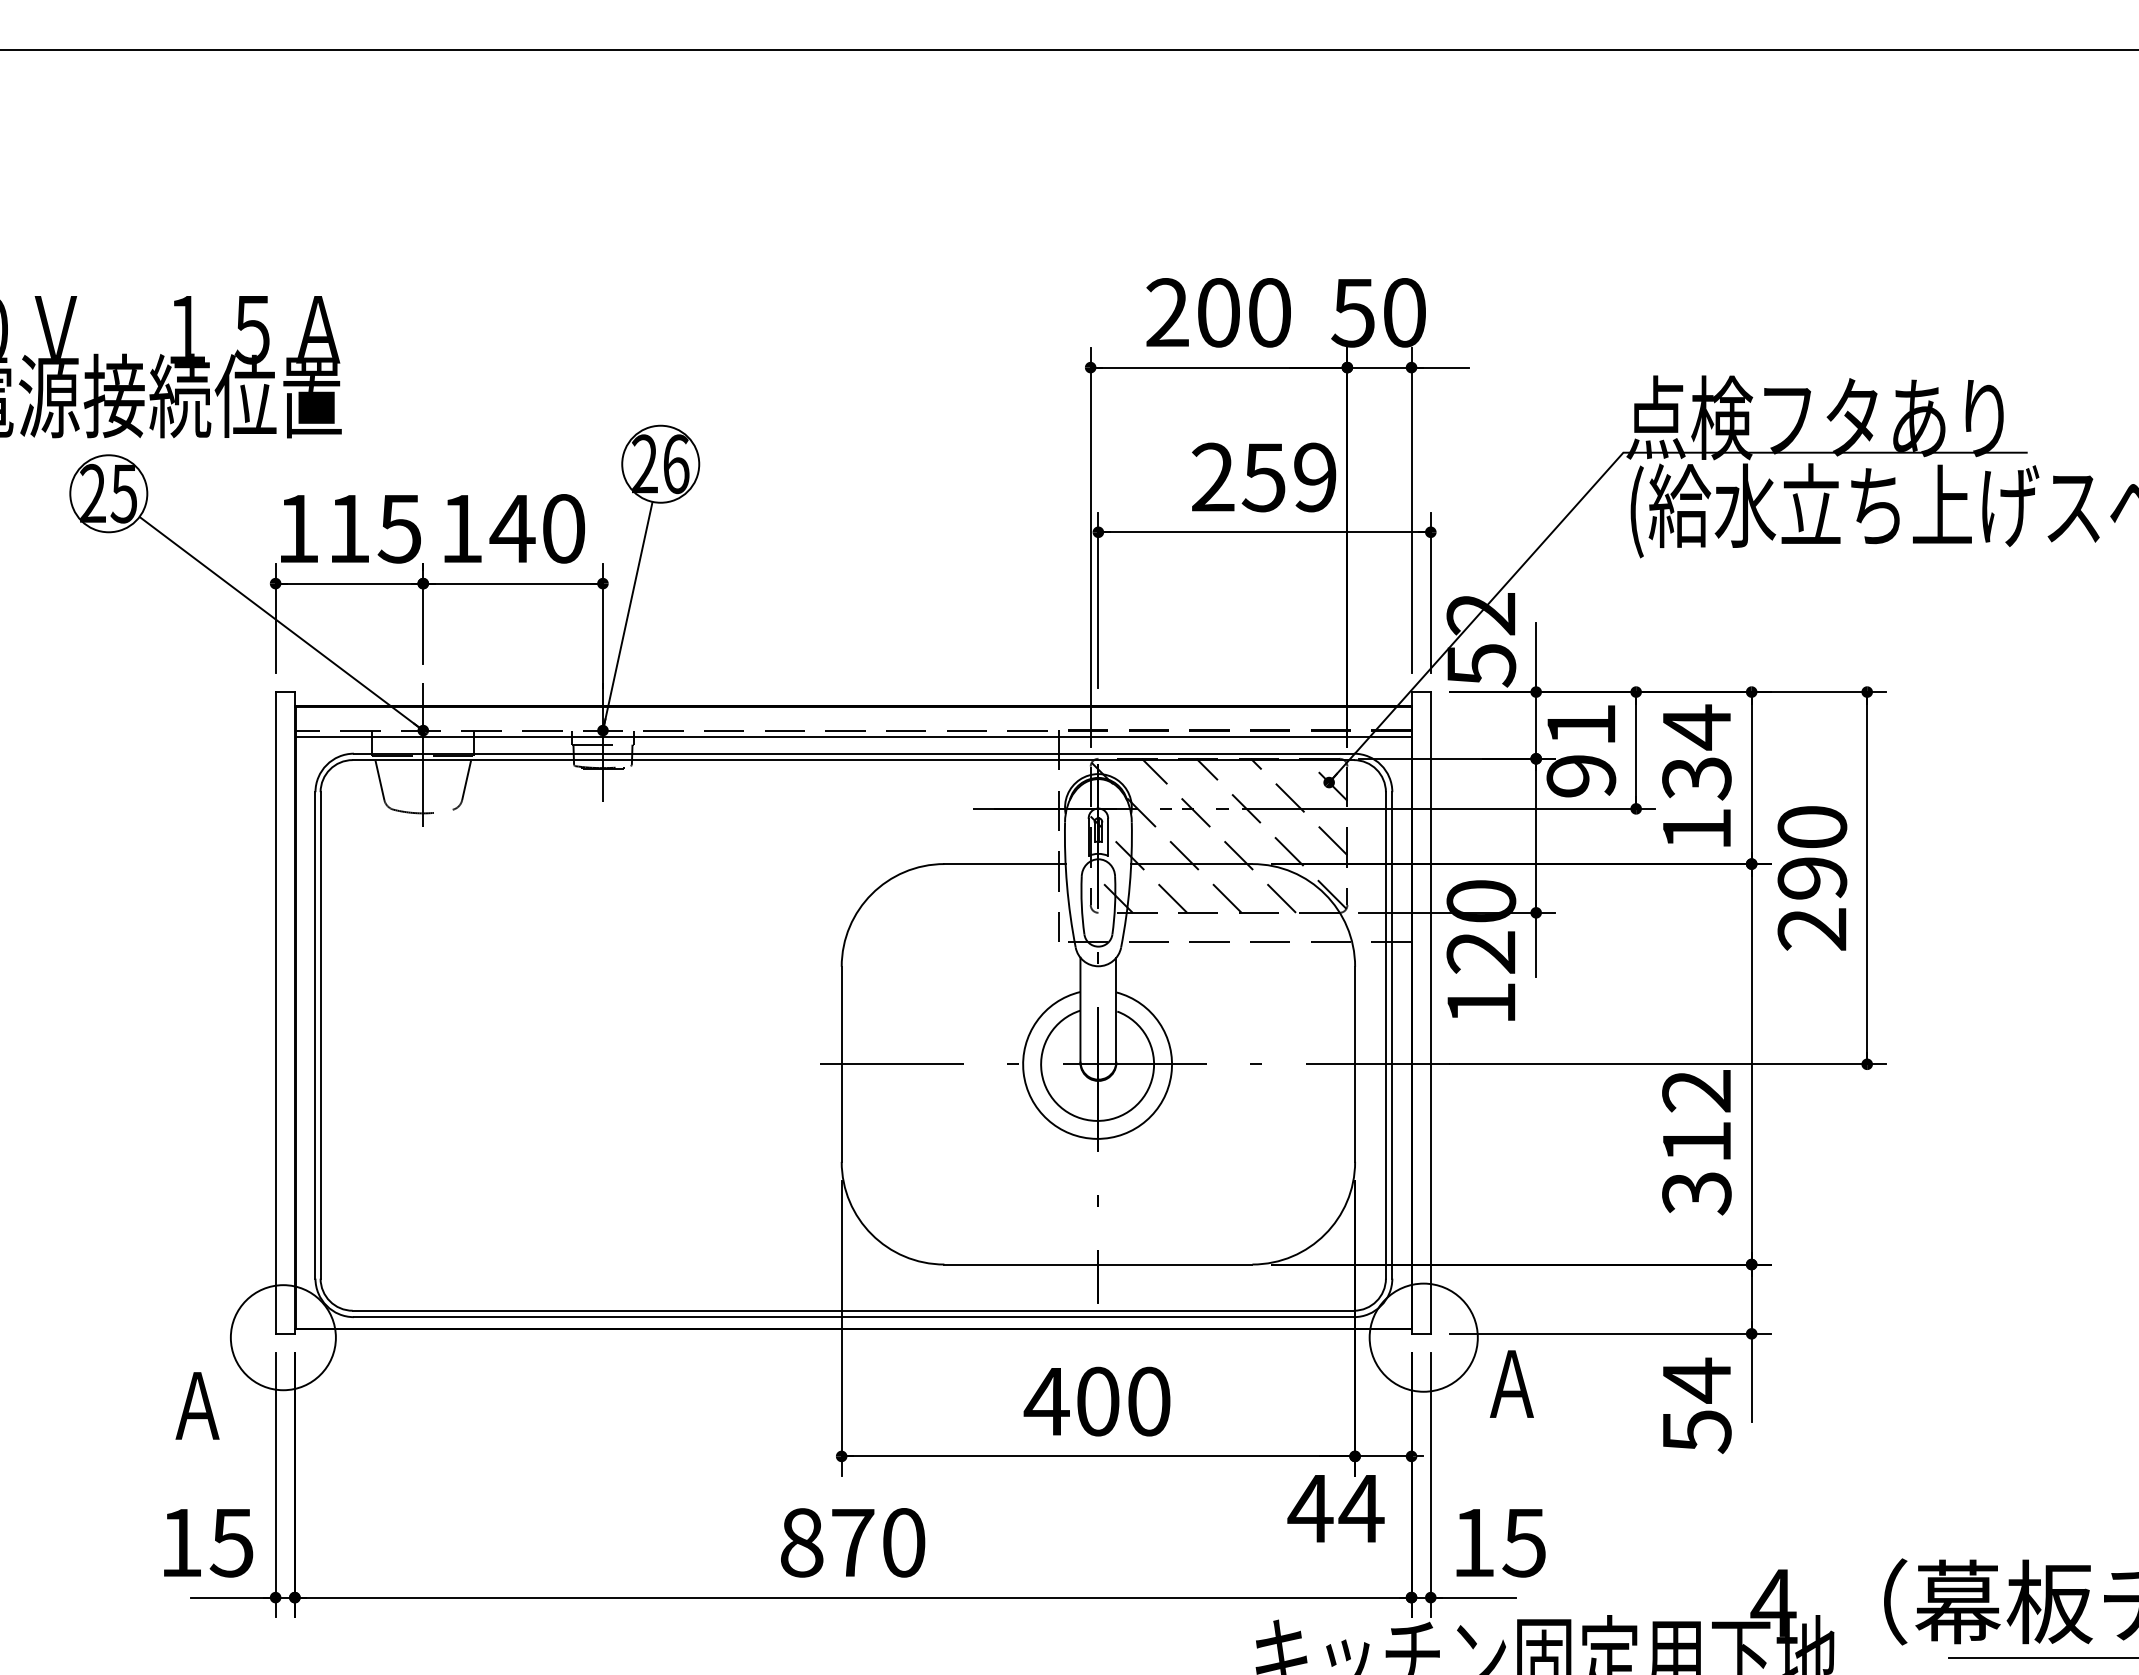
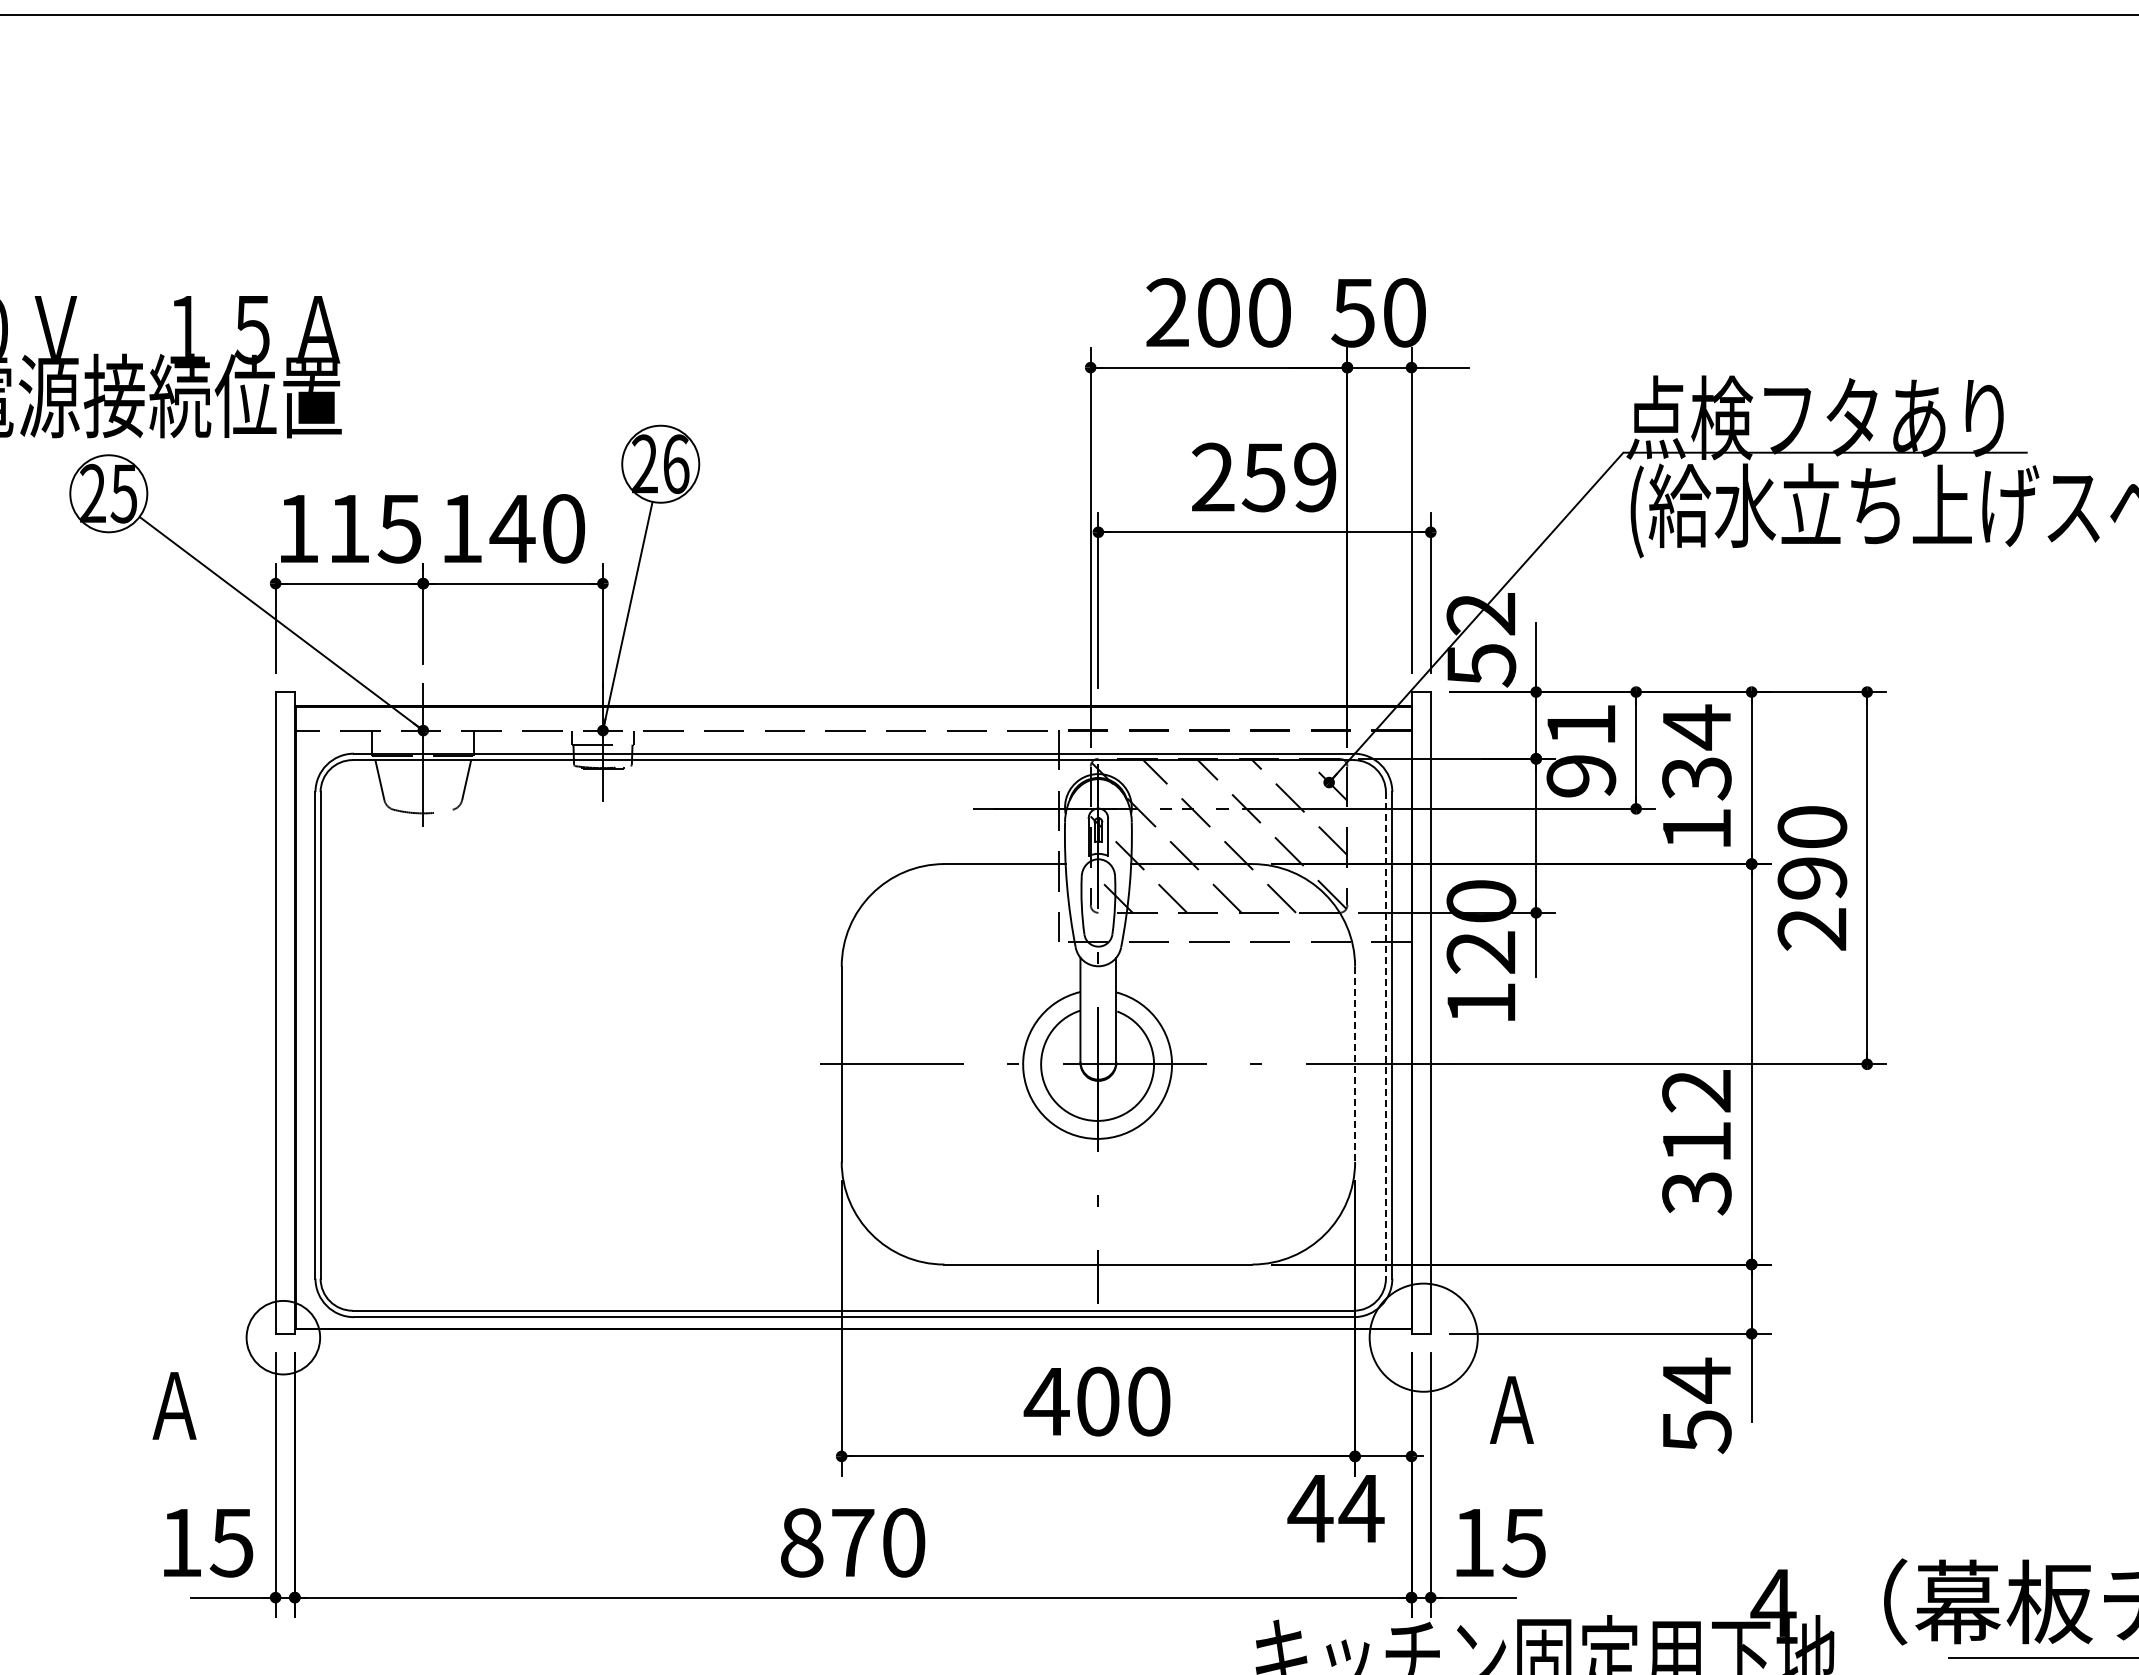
line at (1068, 50) position: (1068, 50) -> (1068, 15)
line at (853, 737): present -> none
line at (1385, 1035): solid -> dashed
line at (1355, 1064): solid -> dashed
circle at (282, 1337) diameter: 105 px -> 74 px
text at (1511, 1383) position: (1511, 1383) -> (1511, 1409)
text at (197, 1405) position: (197, 1405) -> (174, 1405)
